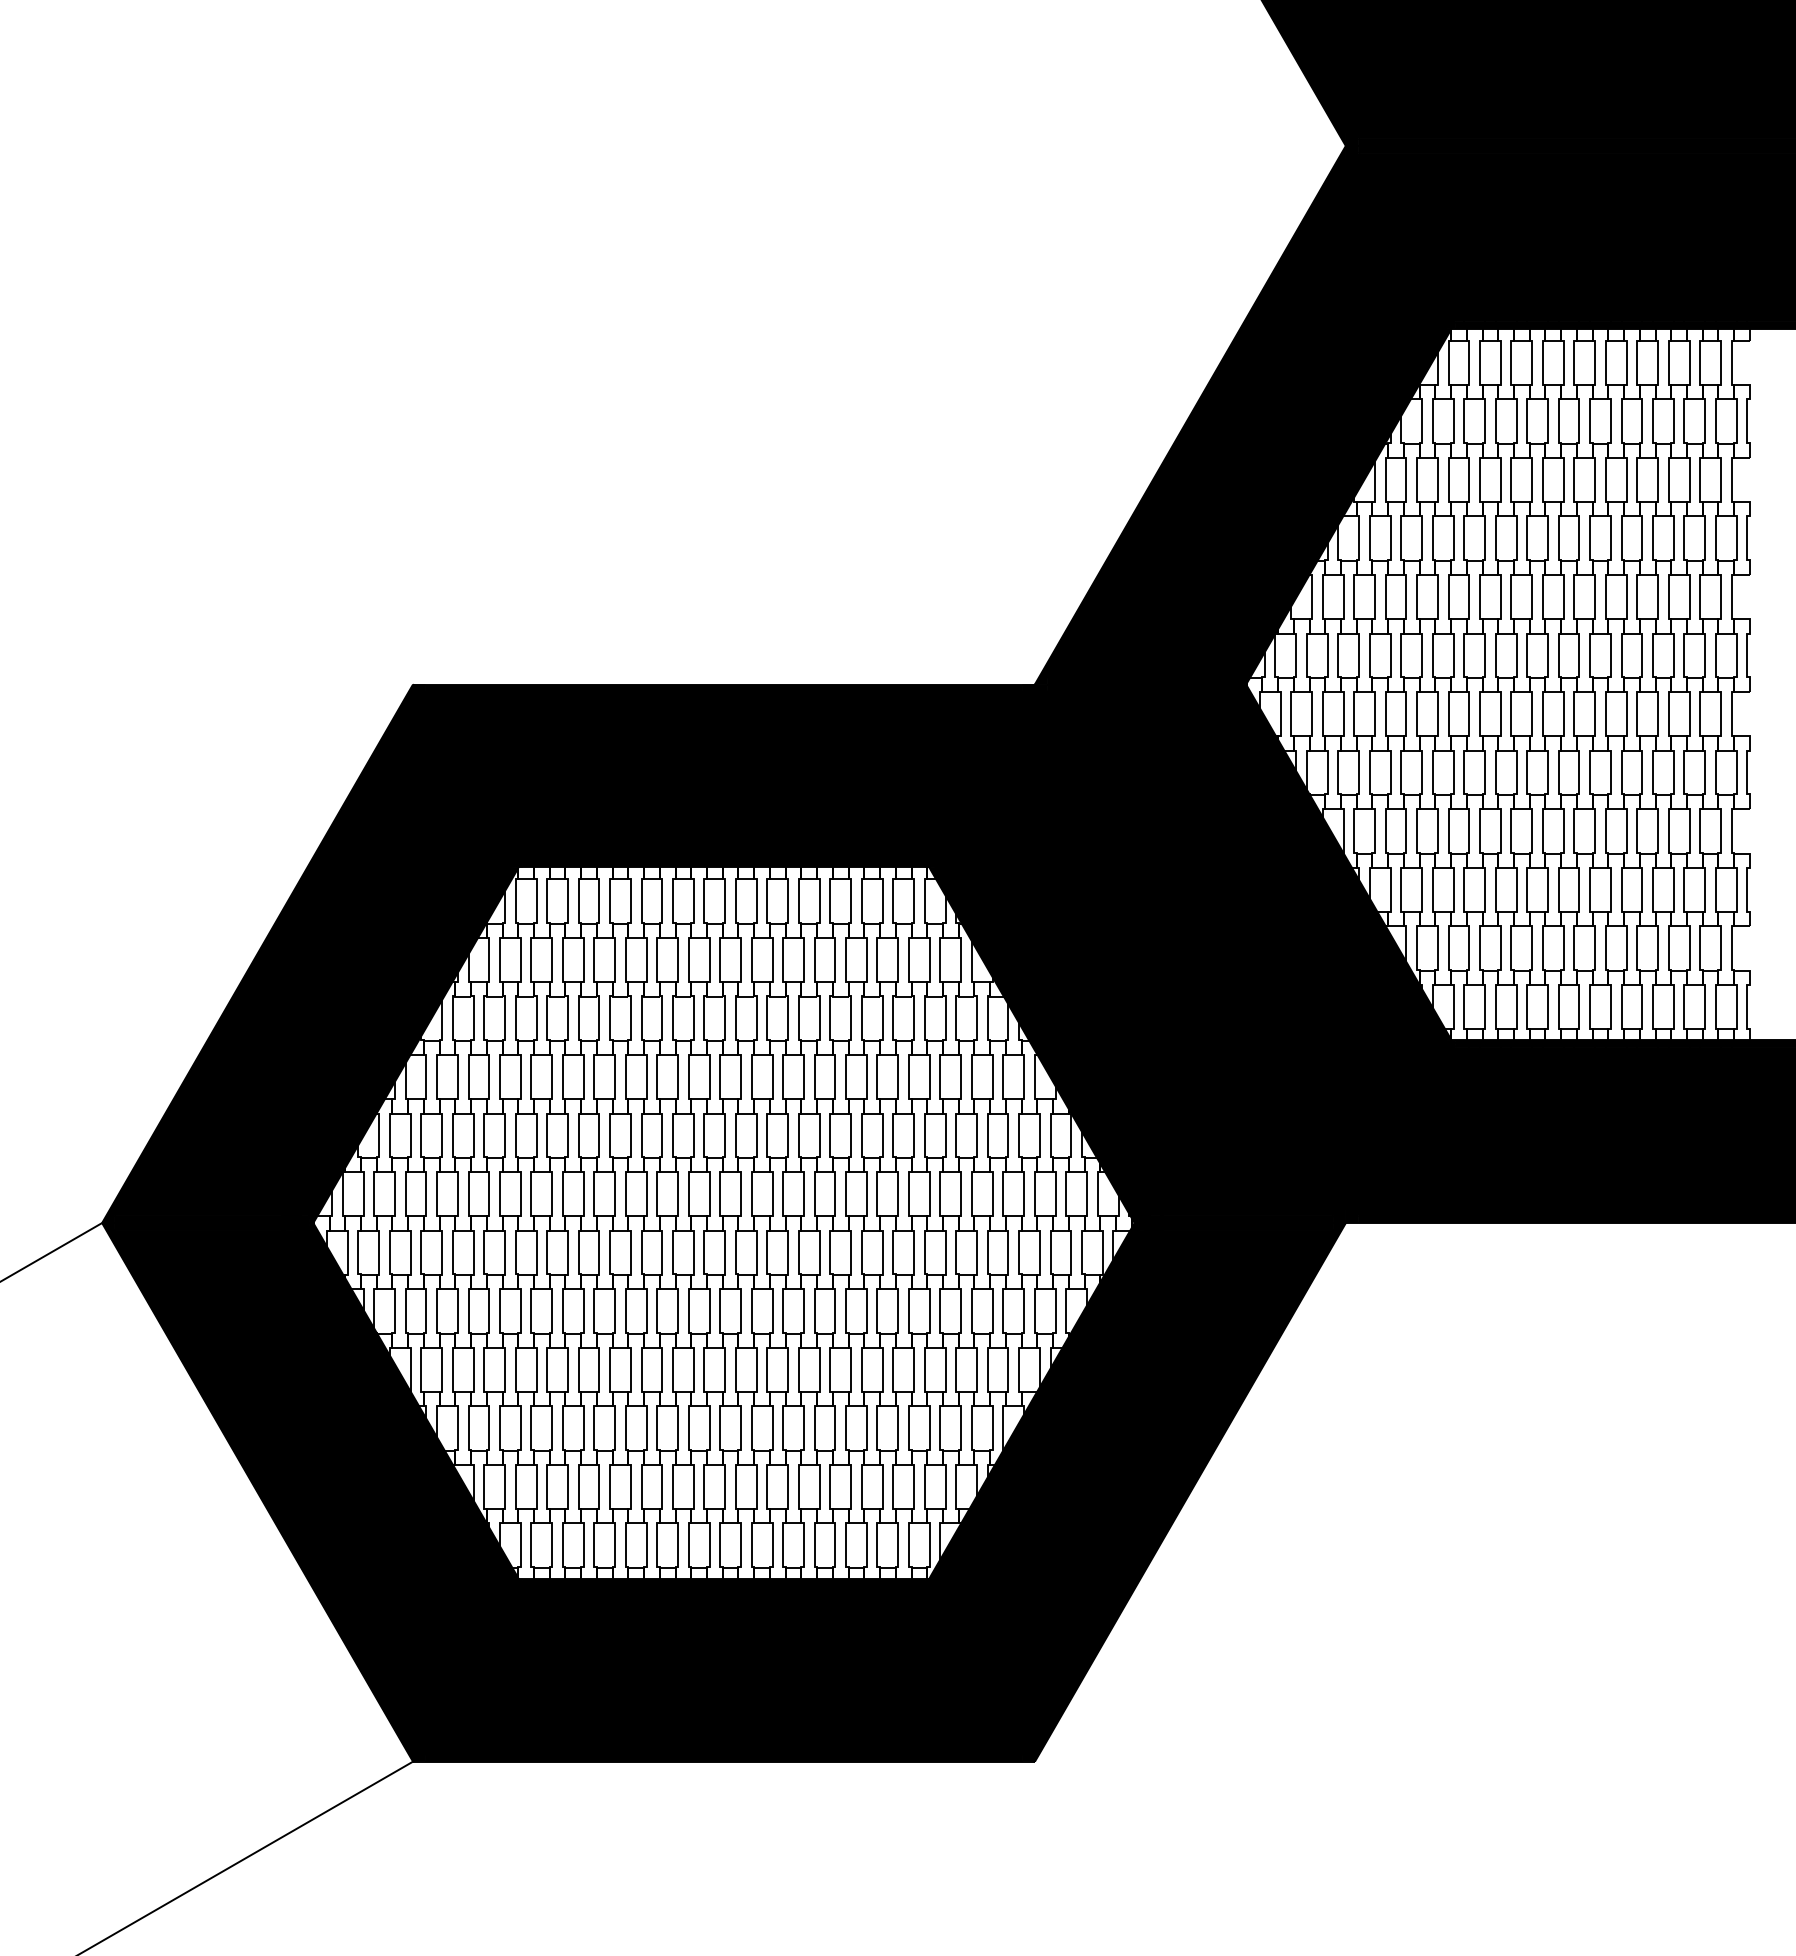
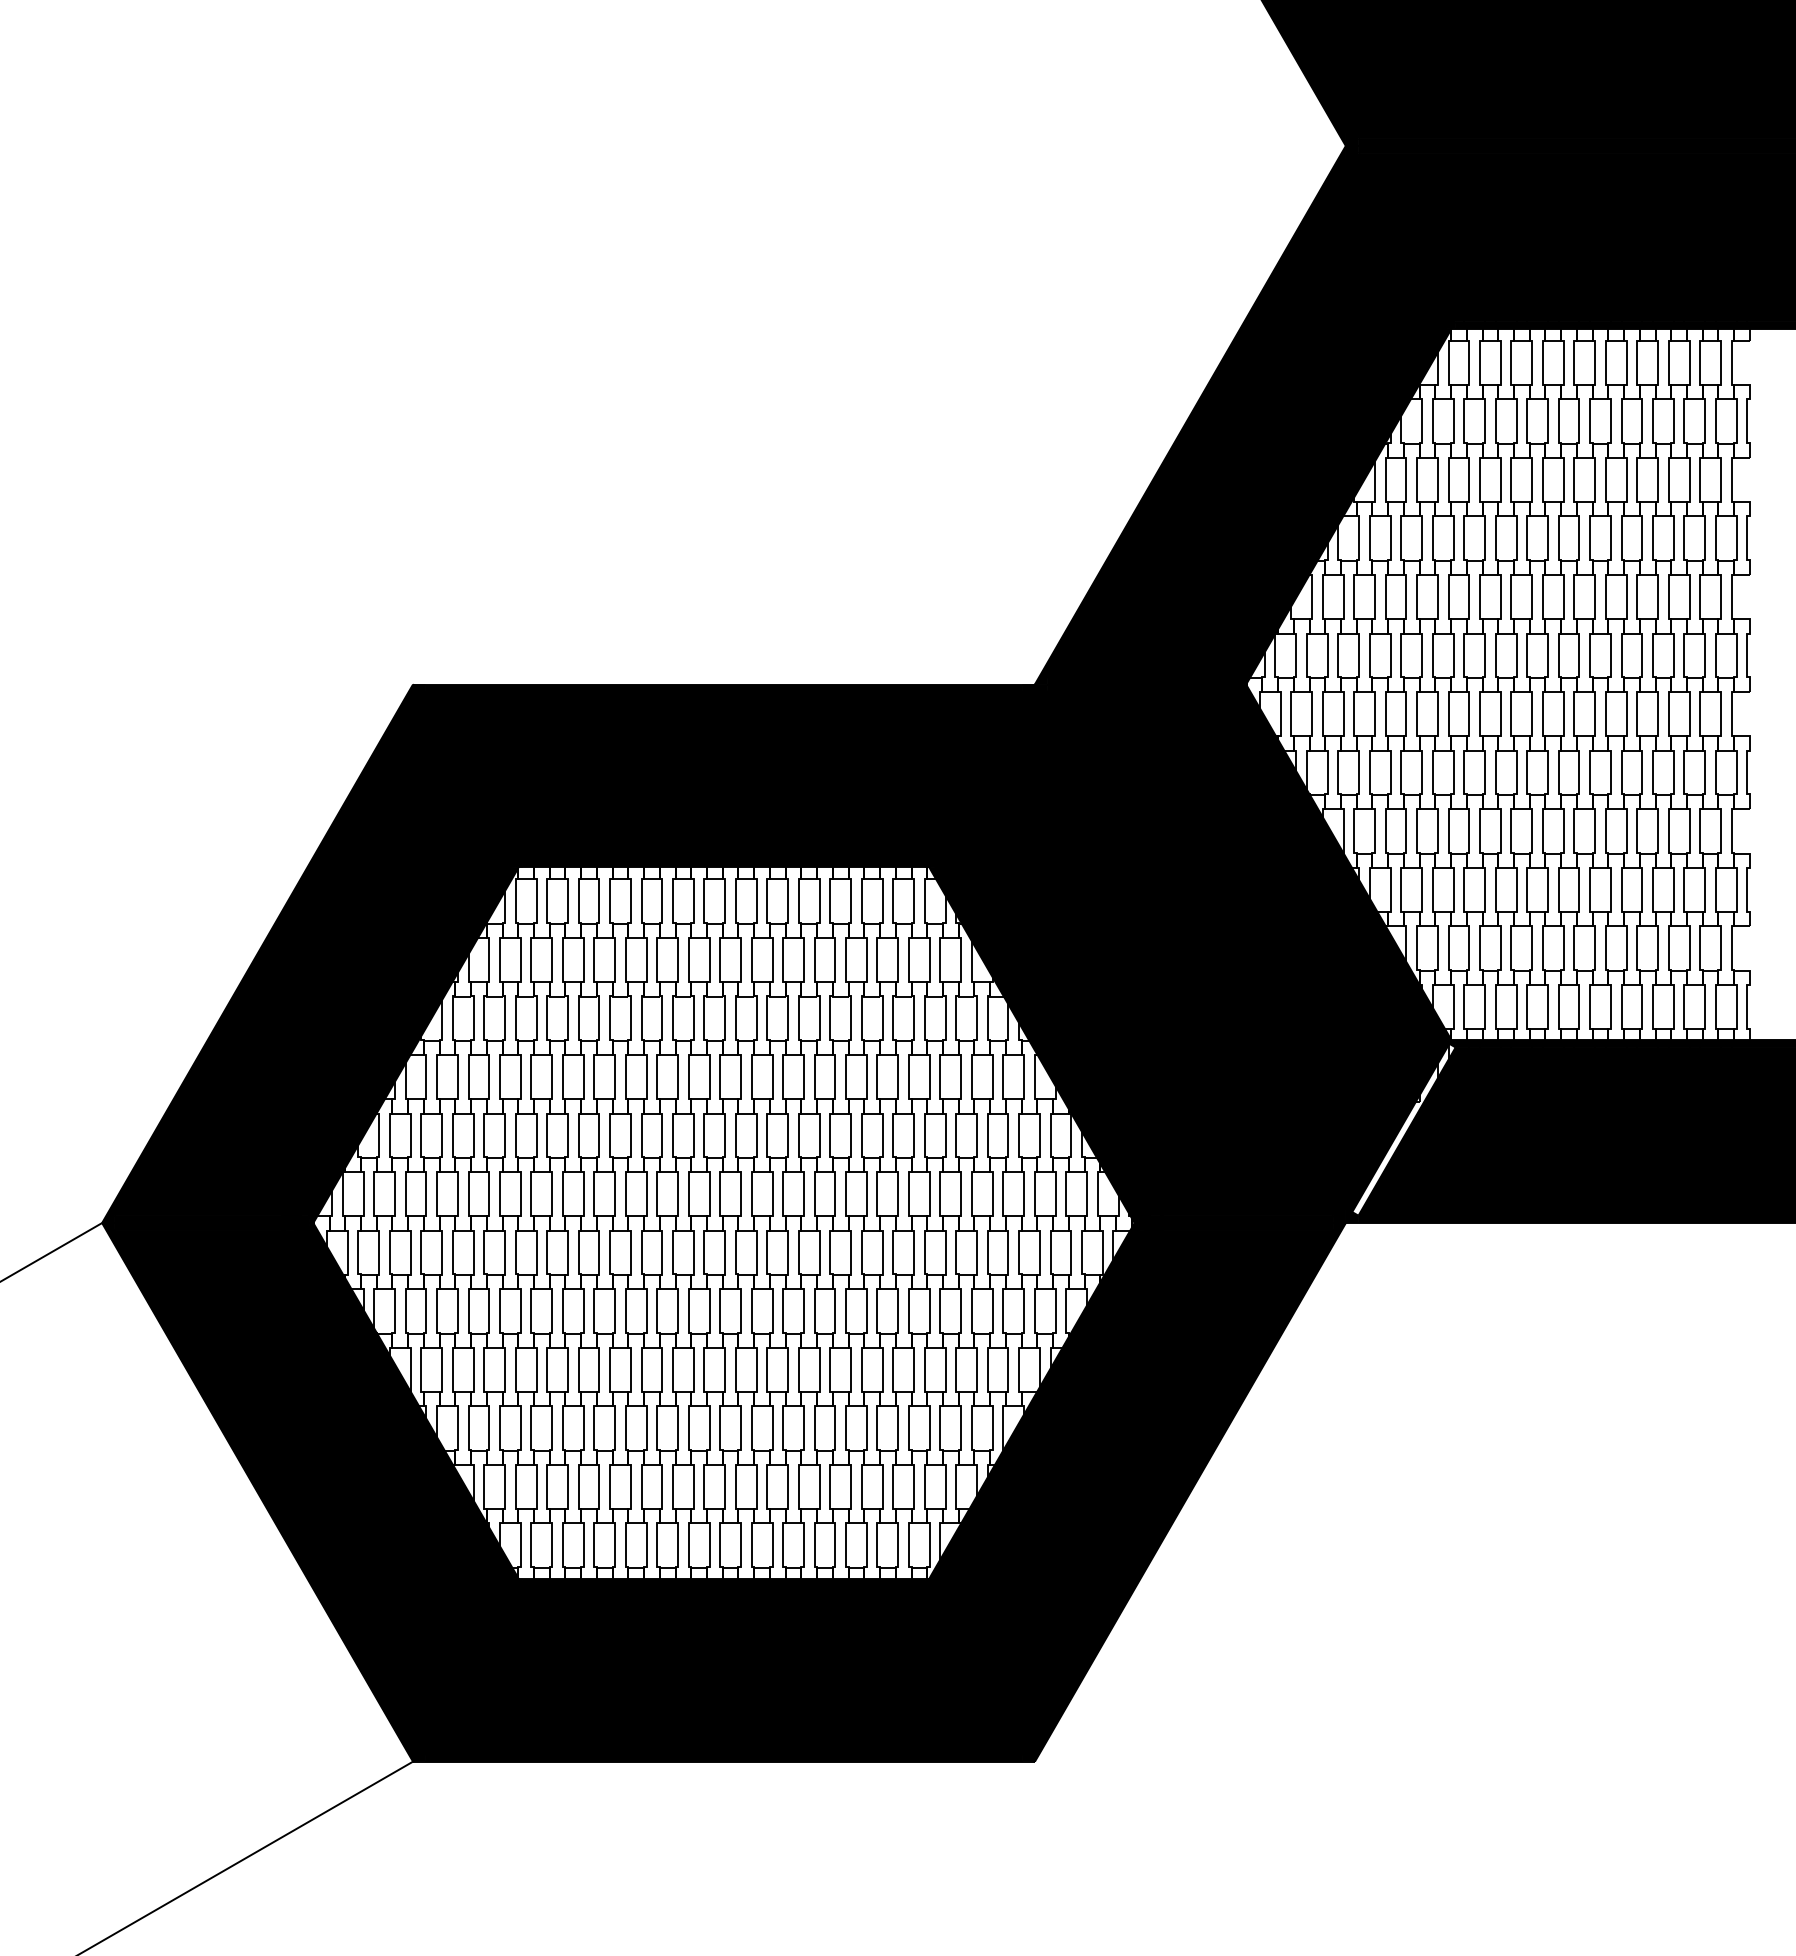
fill at (1403, 1129): present -> none
